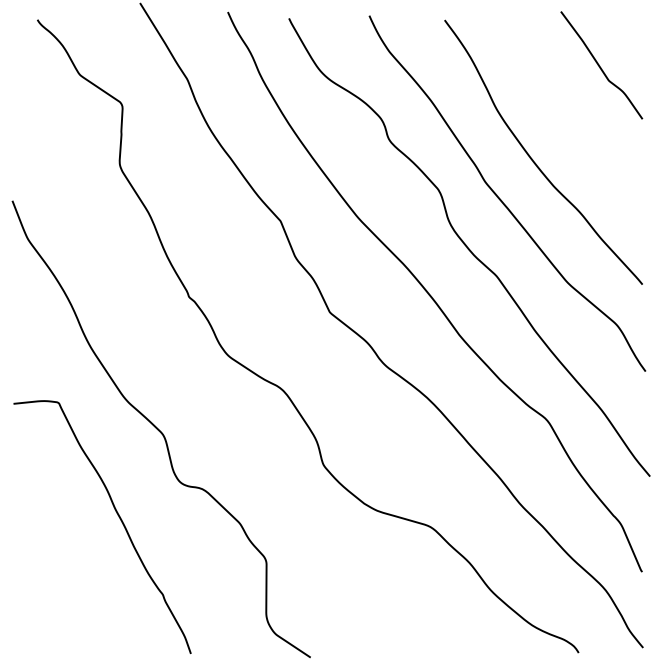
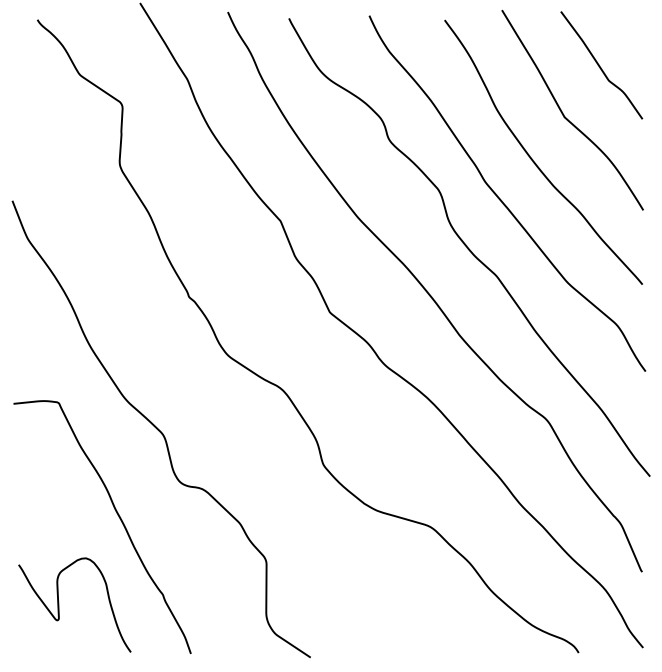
curve at (564, 114): none -> present
curve at (59, 604): none -> present
